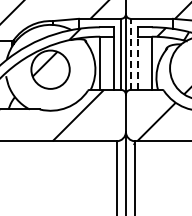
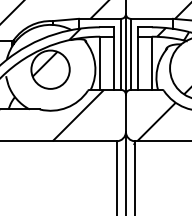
line at (130, 54): dashed -> solid
line at (137, 63): dashed -> solid
